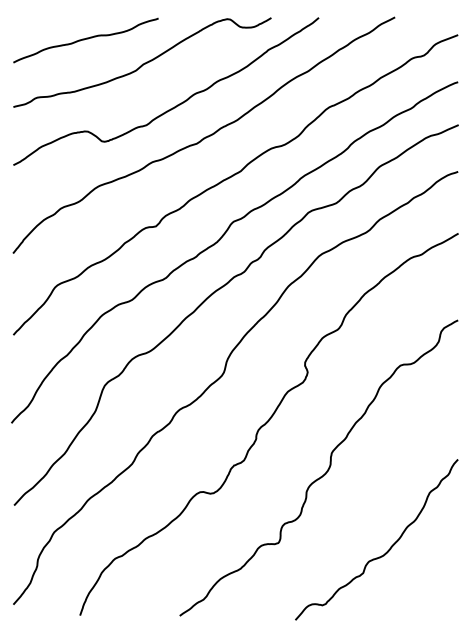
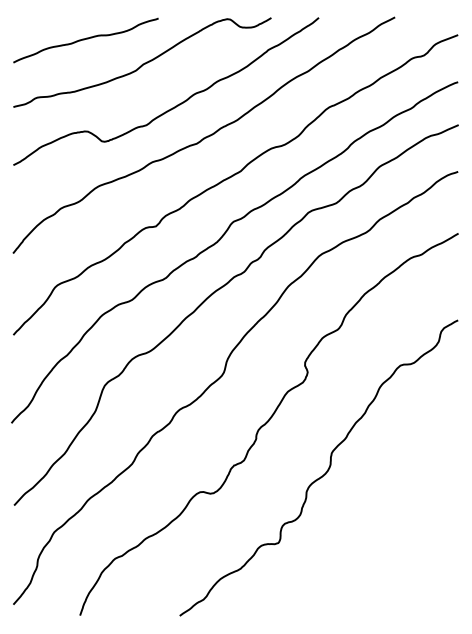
curve at (387, 550): present -> none
